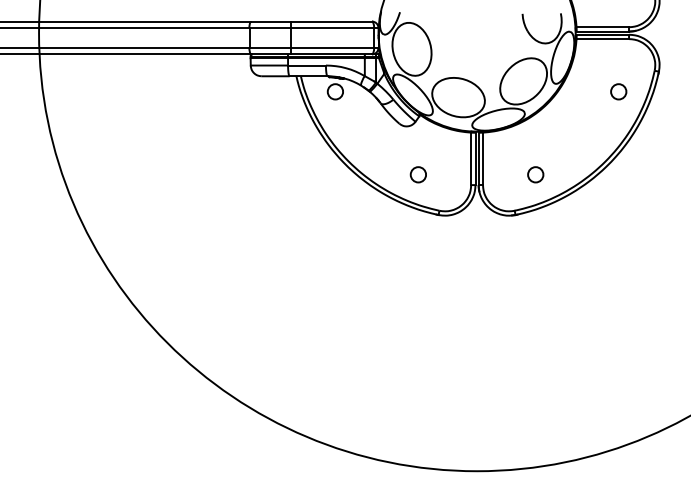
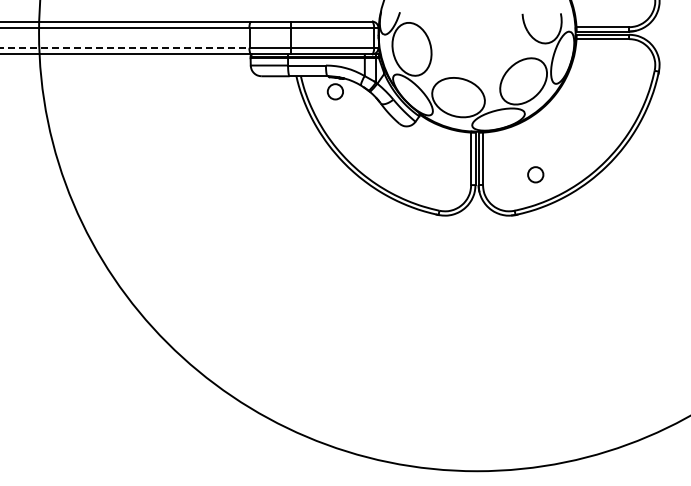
line at (125, 47): solid -> dashed
circle at (618, 91): present -> none
circle at (417, 174): present -> none
